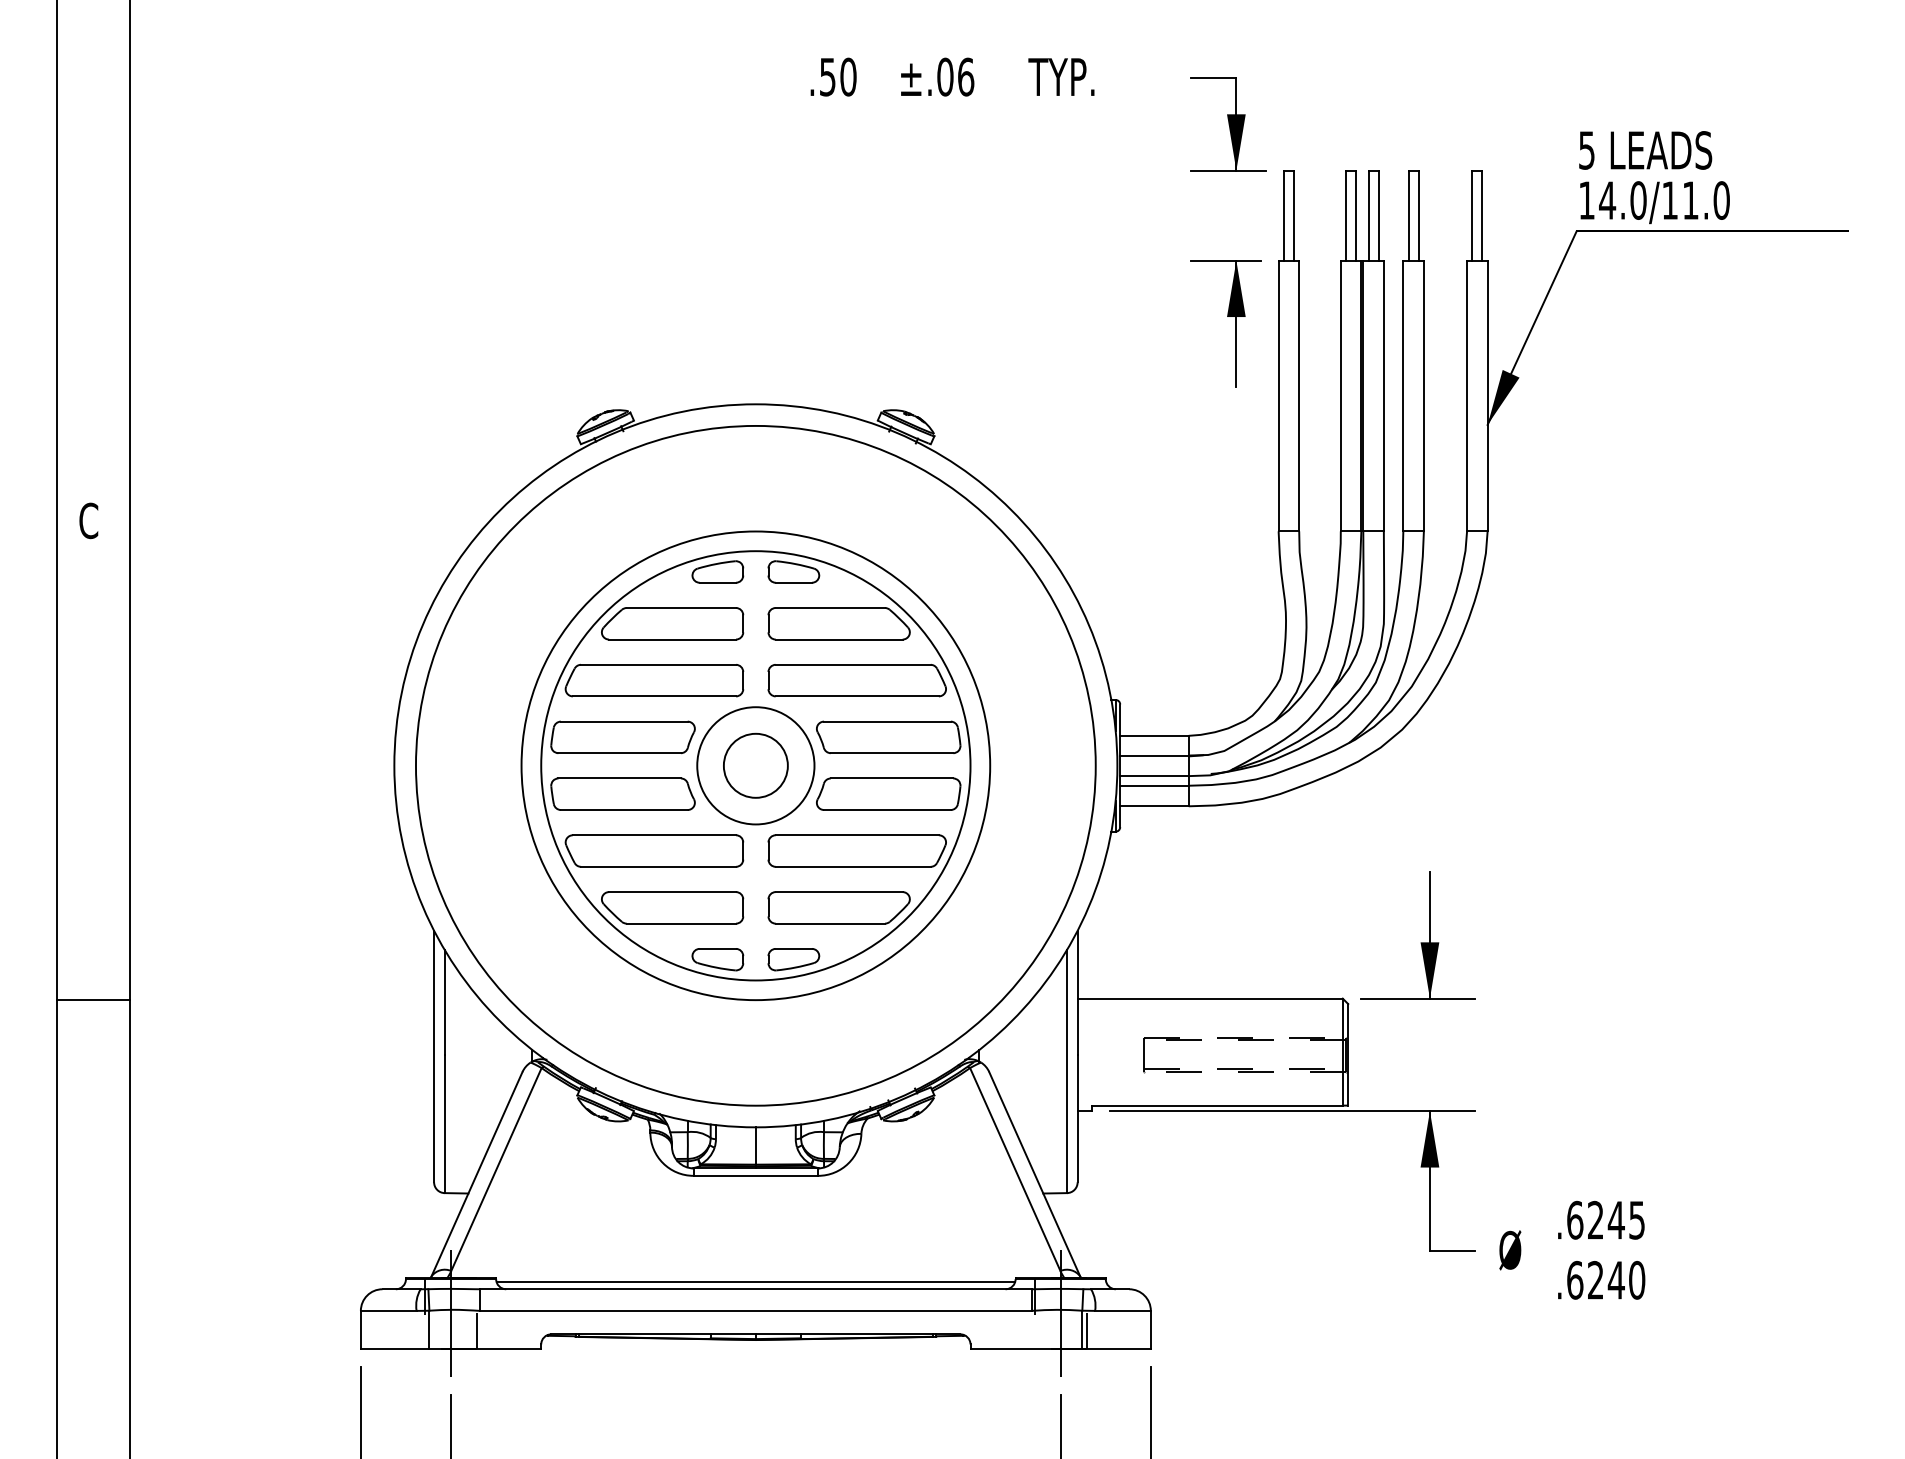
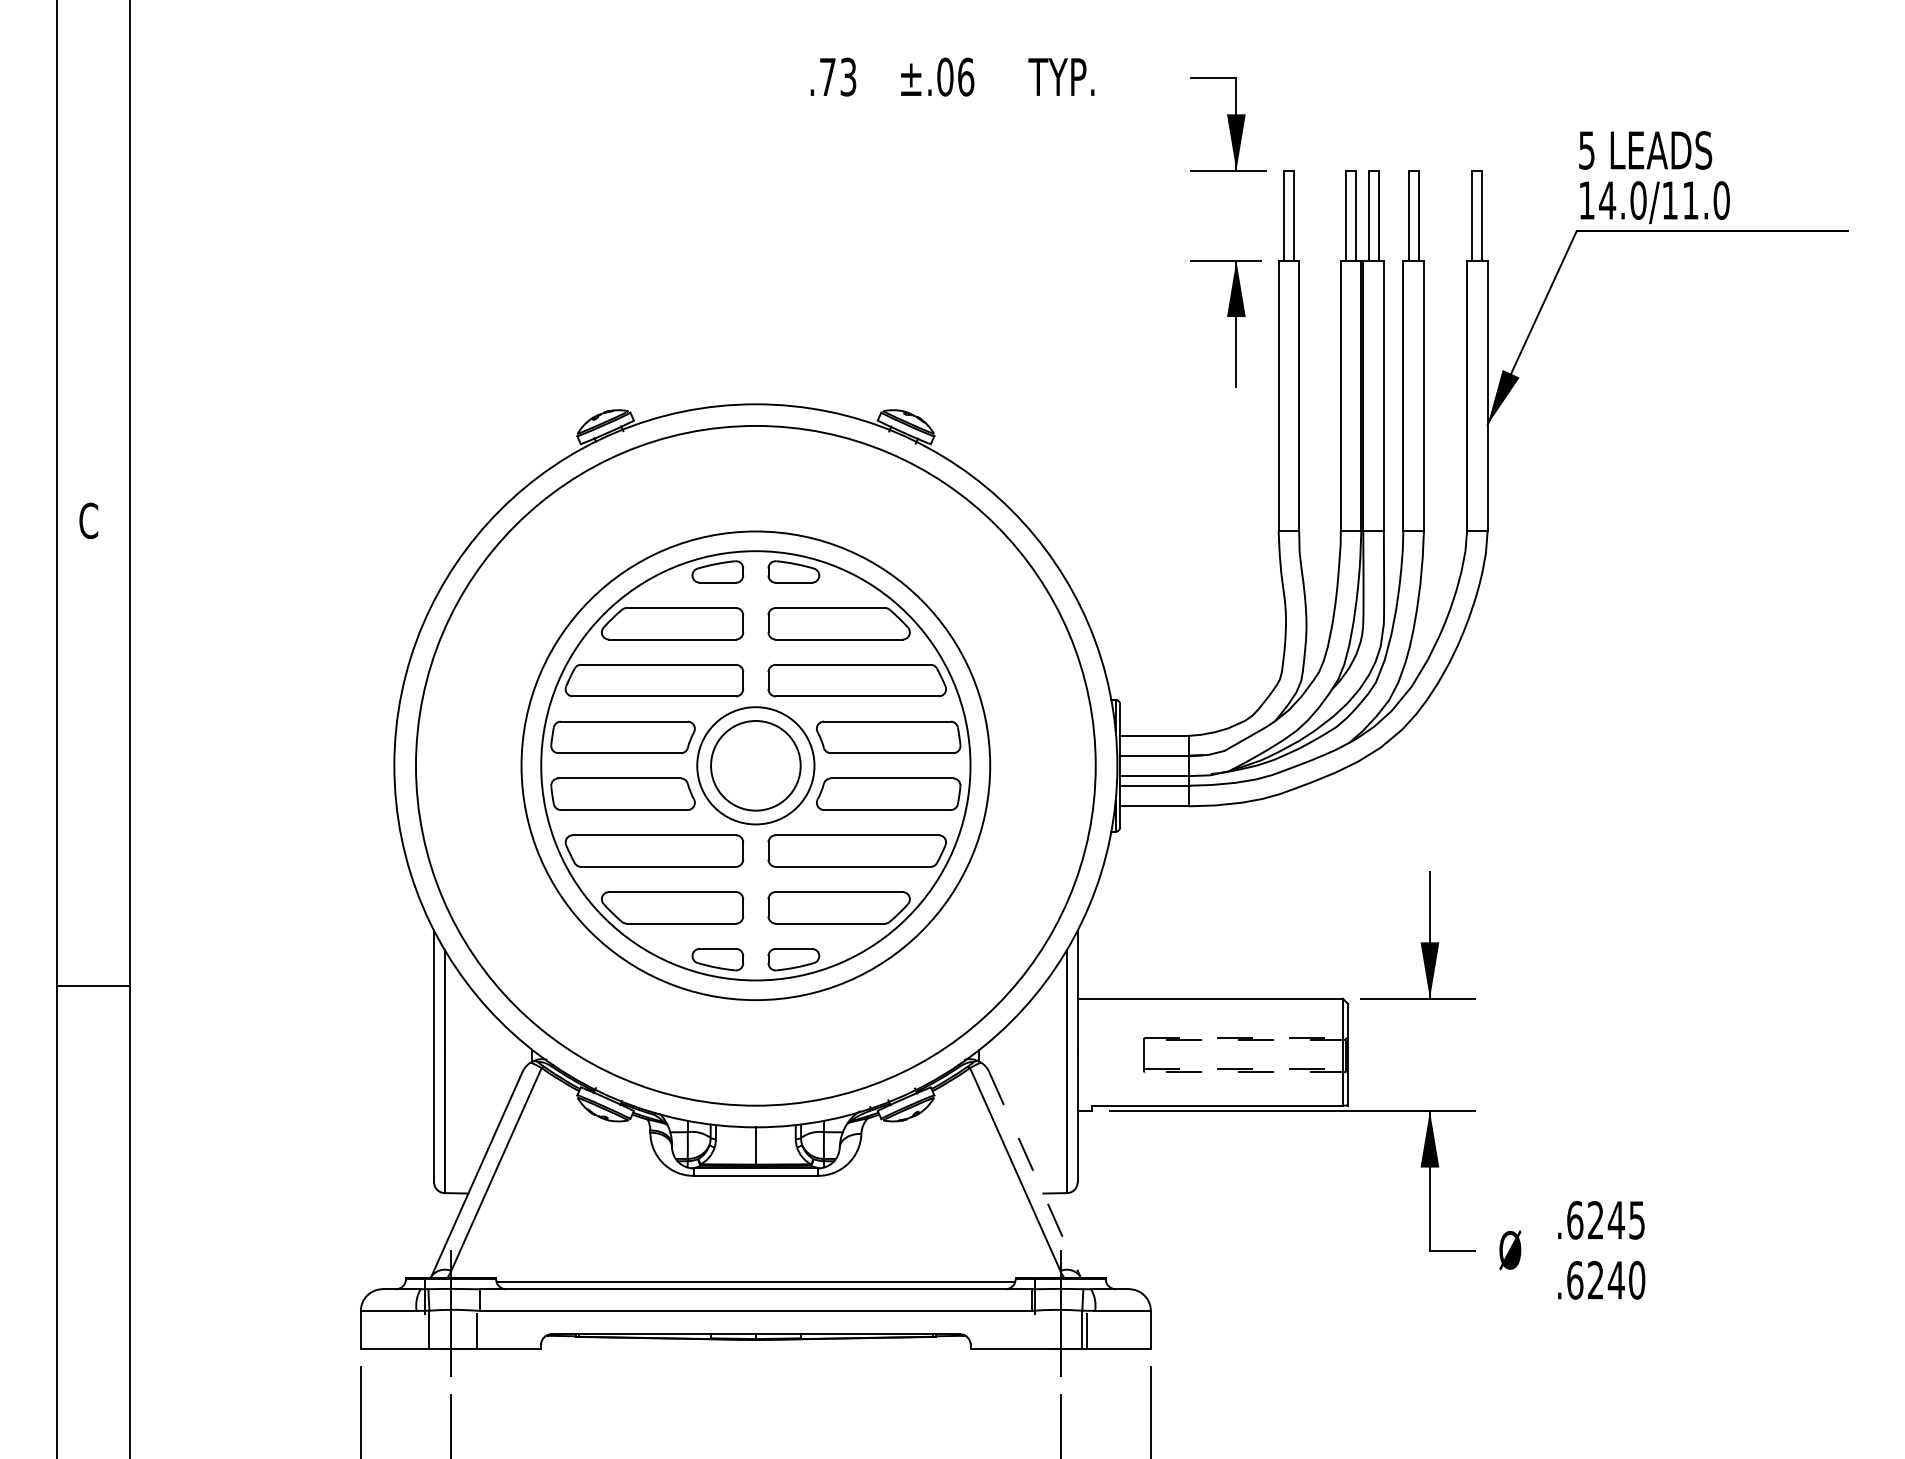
text at (838, 76): .50 -> .73
circle at (755, 765) diameter: 64 px -> 90 px
line at (93, 999) position: (93, 999) -> (93, 985)
line at (1034, 1174): solid -> dashed
